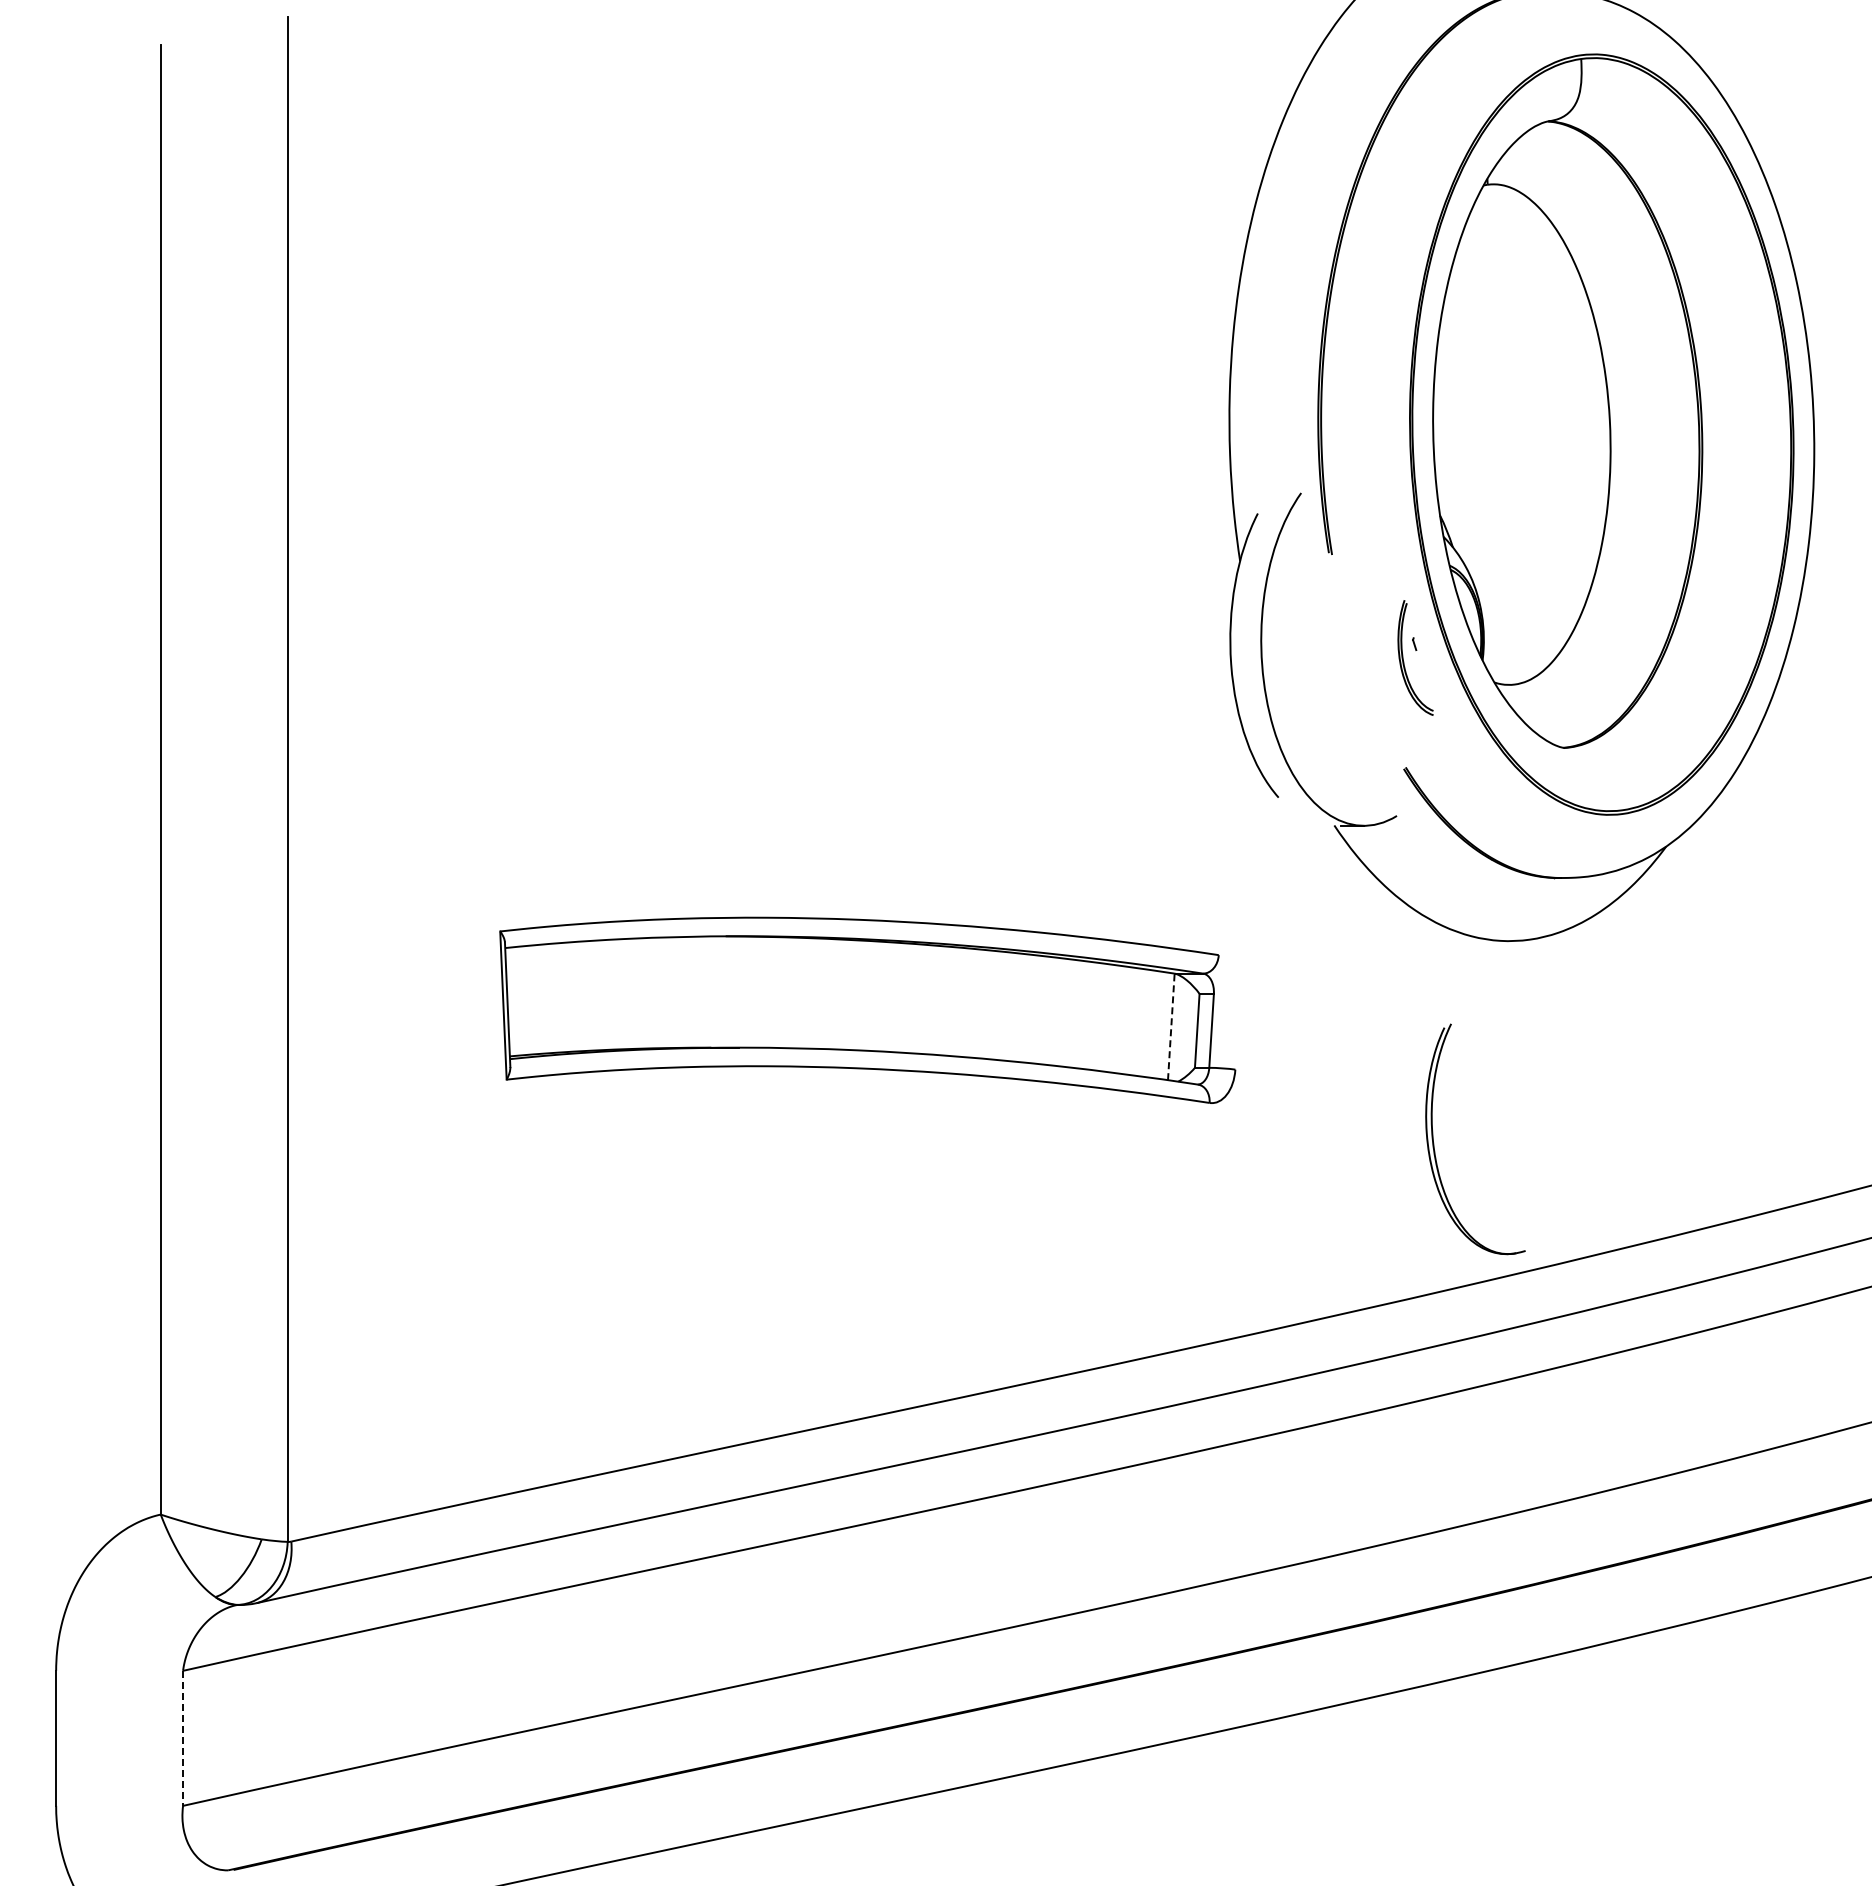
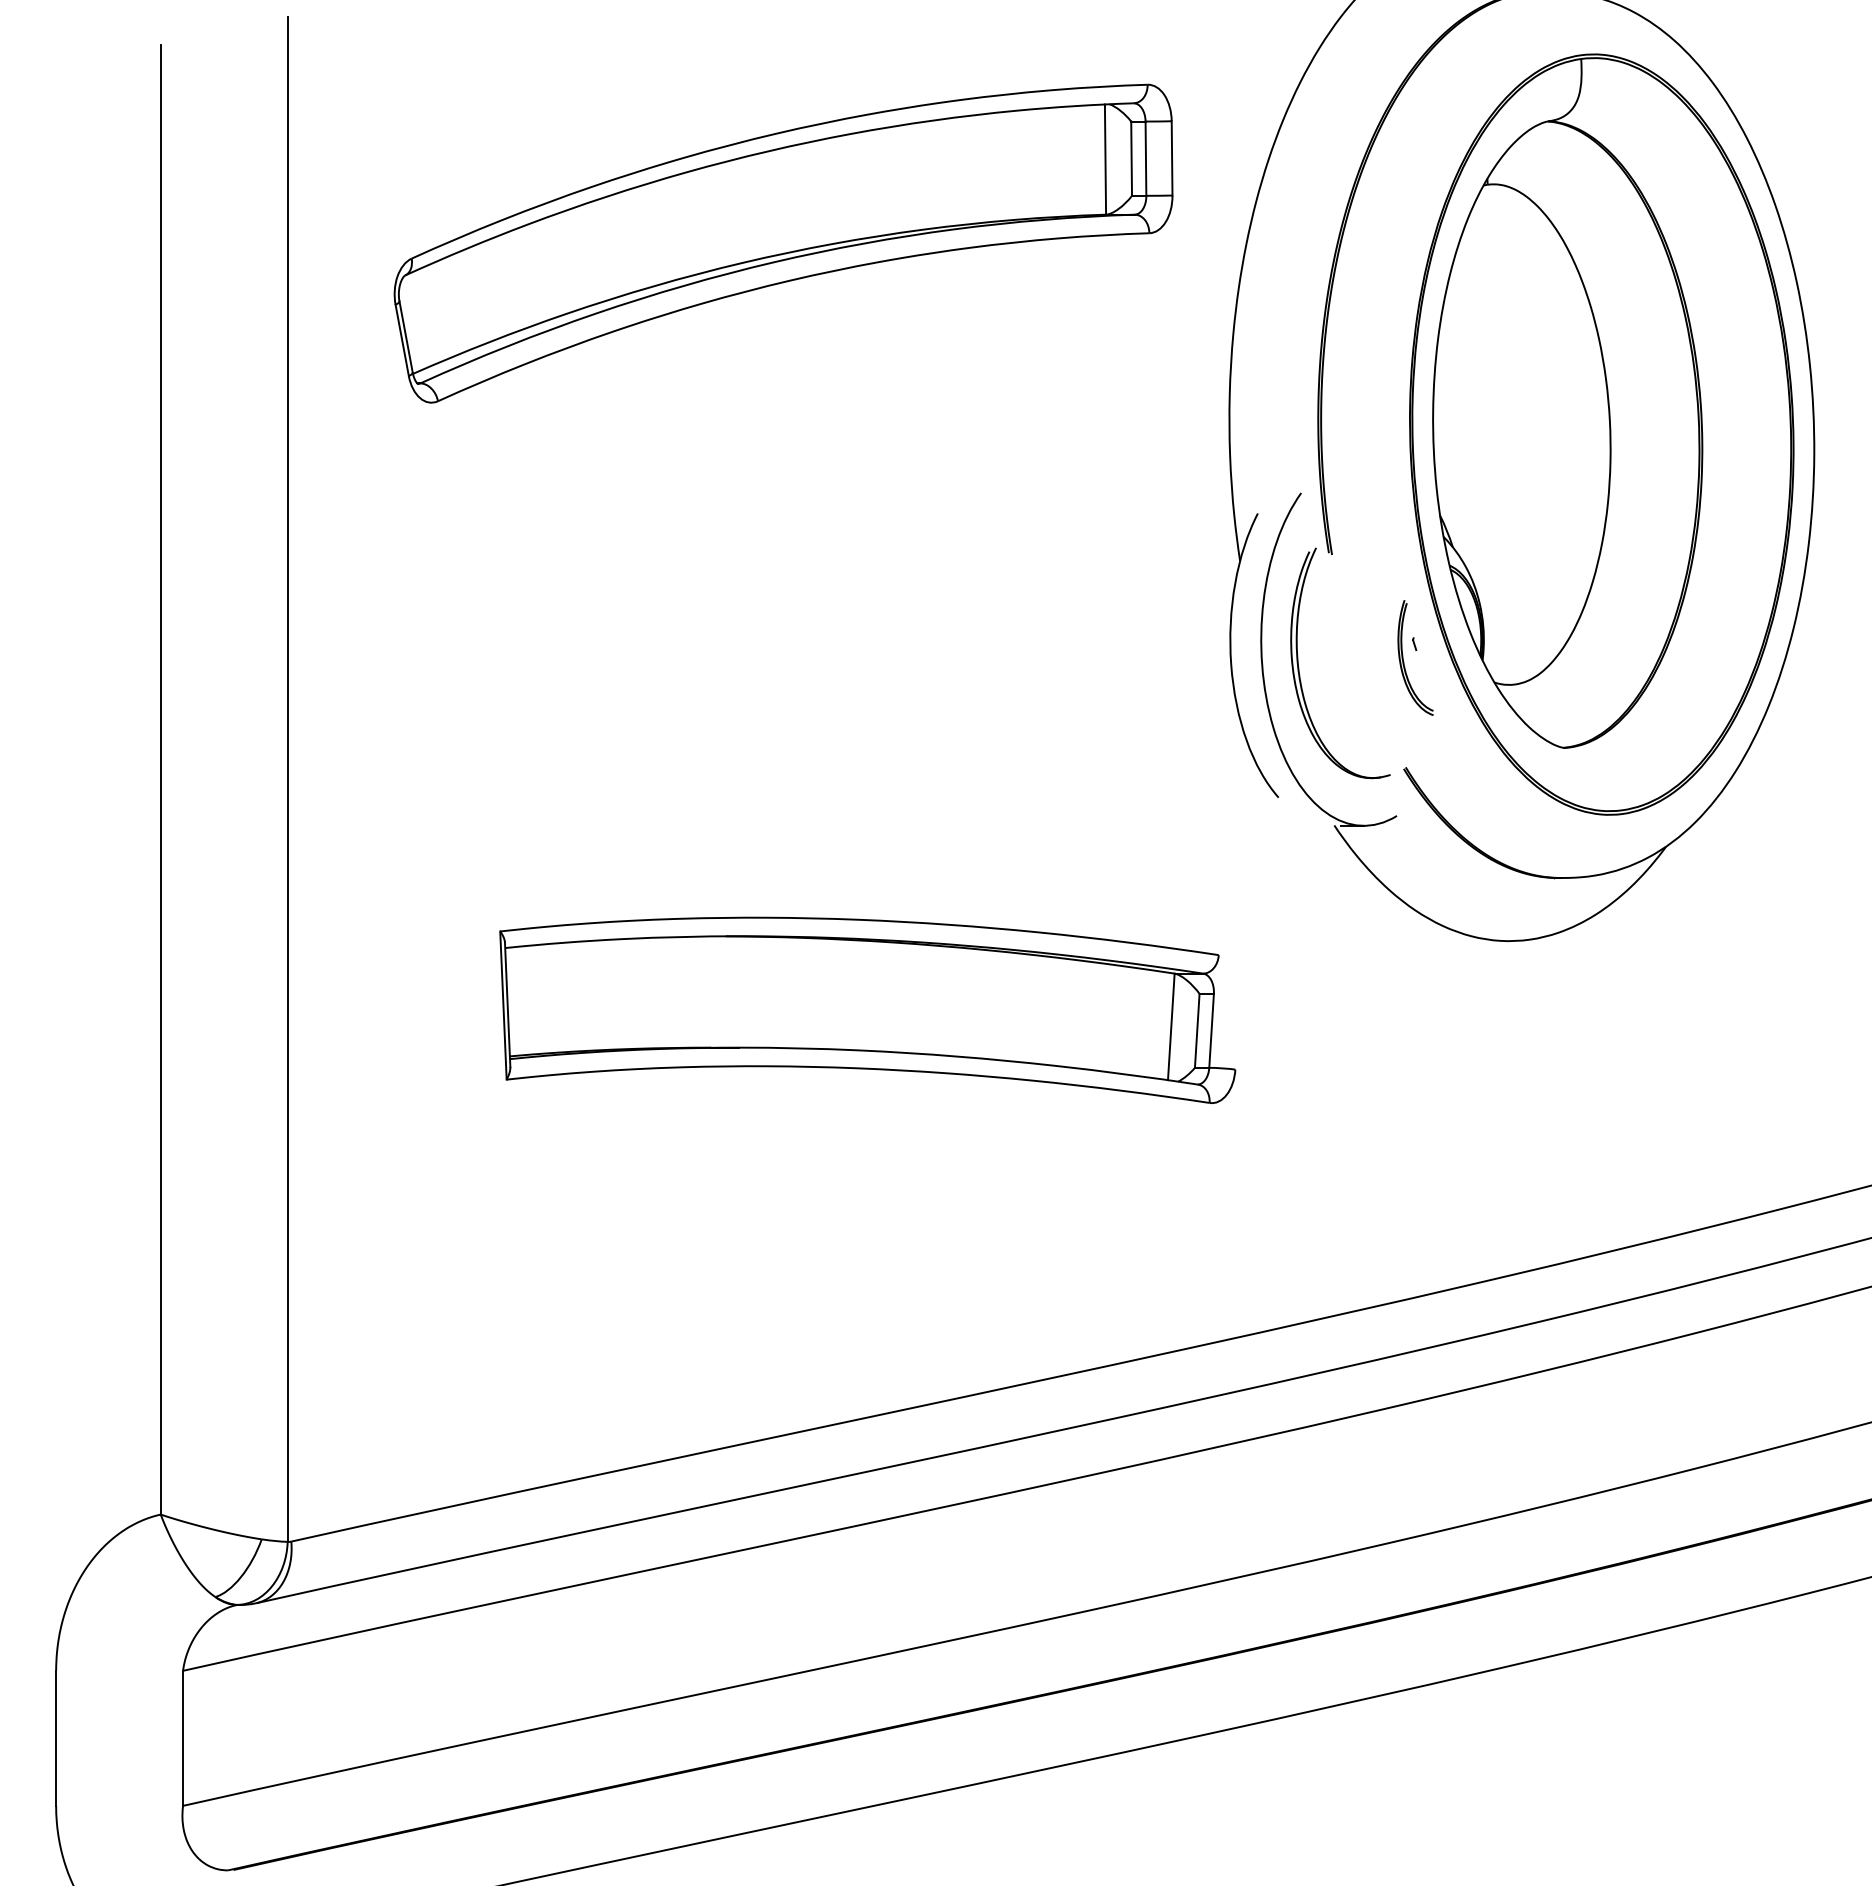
part at (783, 243): none -> present
line at (1171, 1026): dashed -> solid
part at (1434, 1143) position: (1434, 1143) -> (1299, 667)
line at (183, 1738): dashed -> solid
